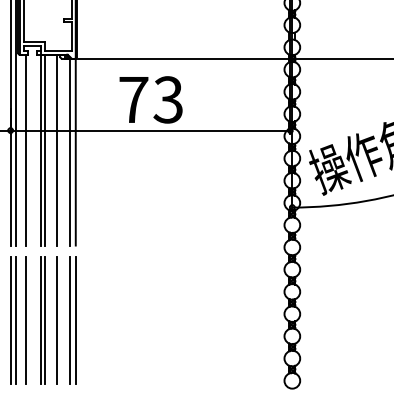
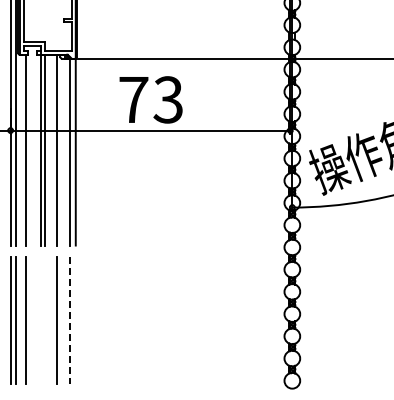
part at (42, 320): present -> none
line at (70, 320): solid -> dashed
line at (75, 320): present -> none
